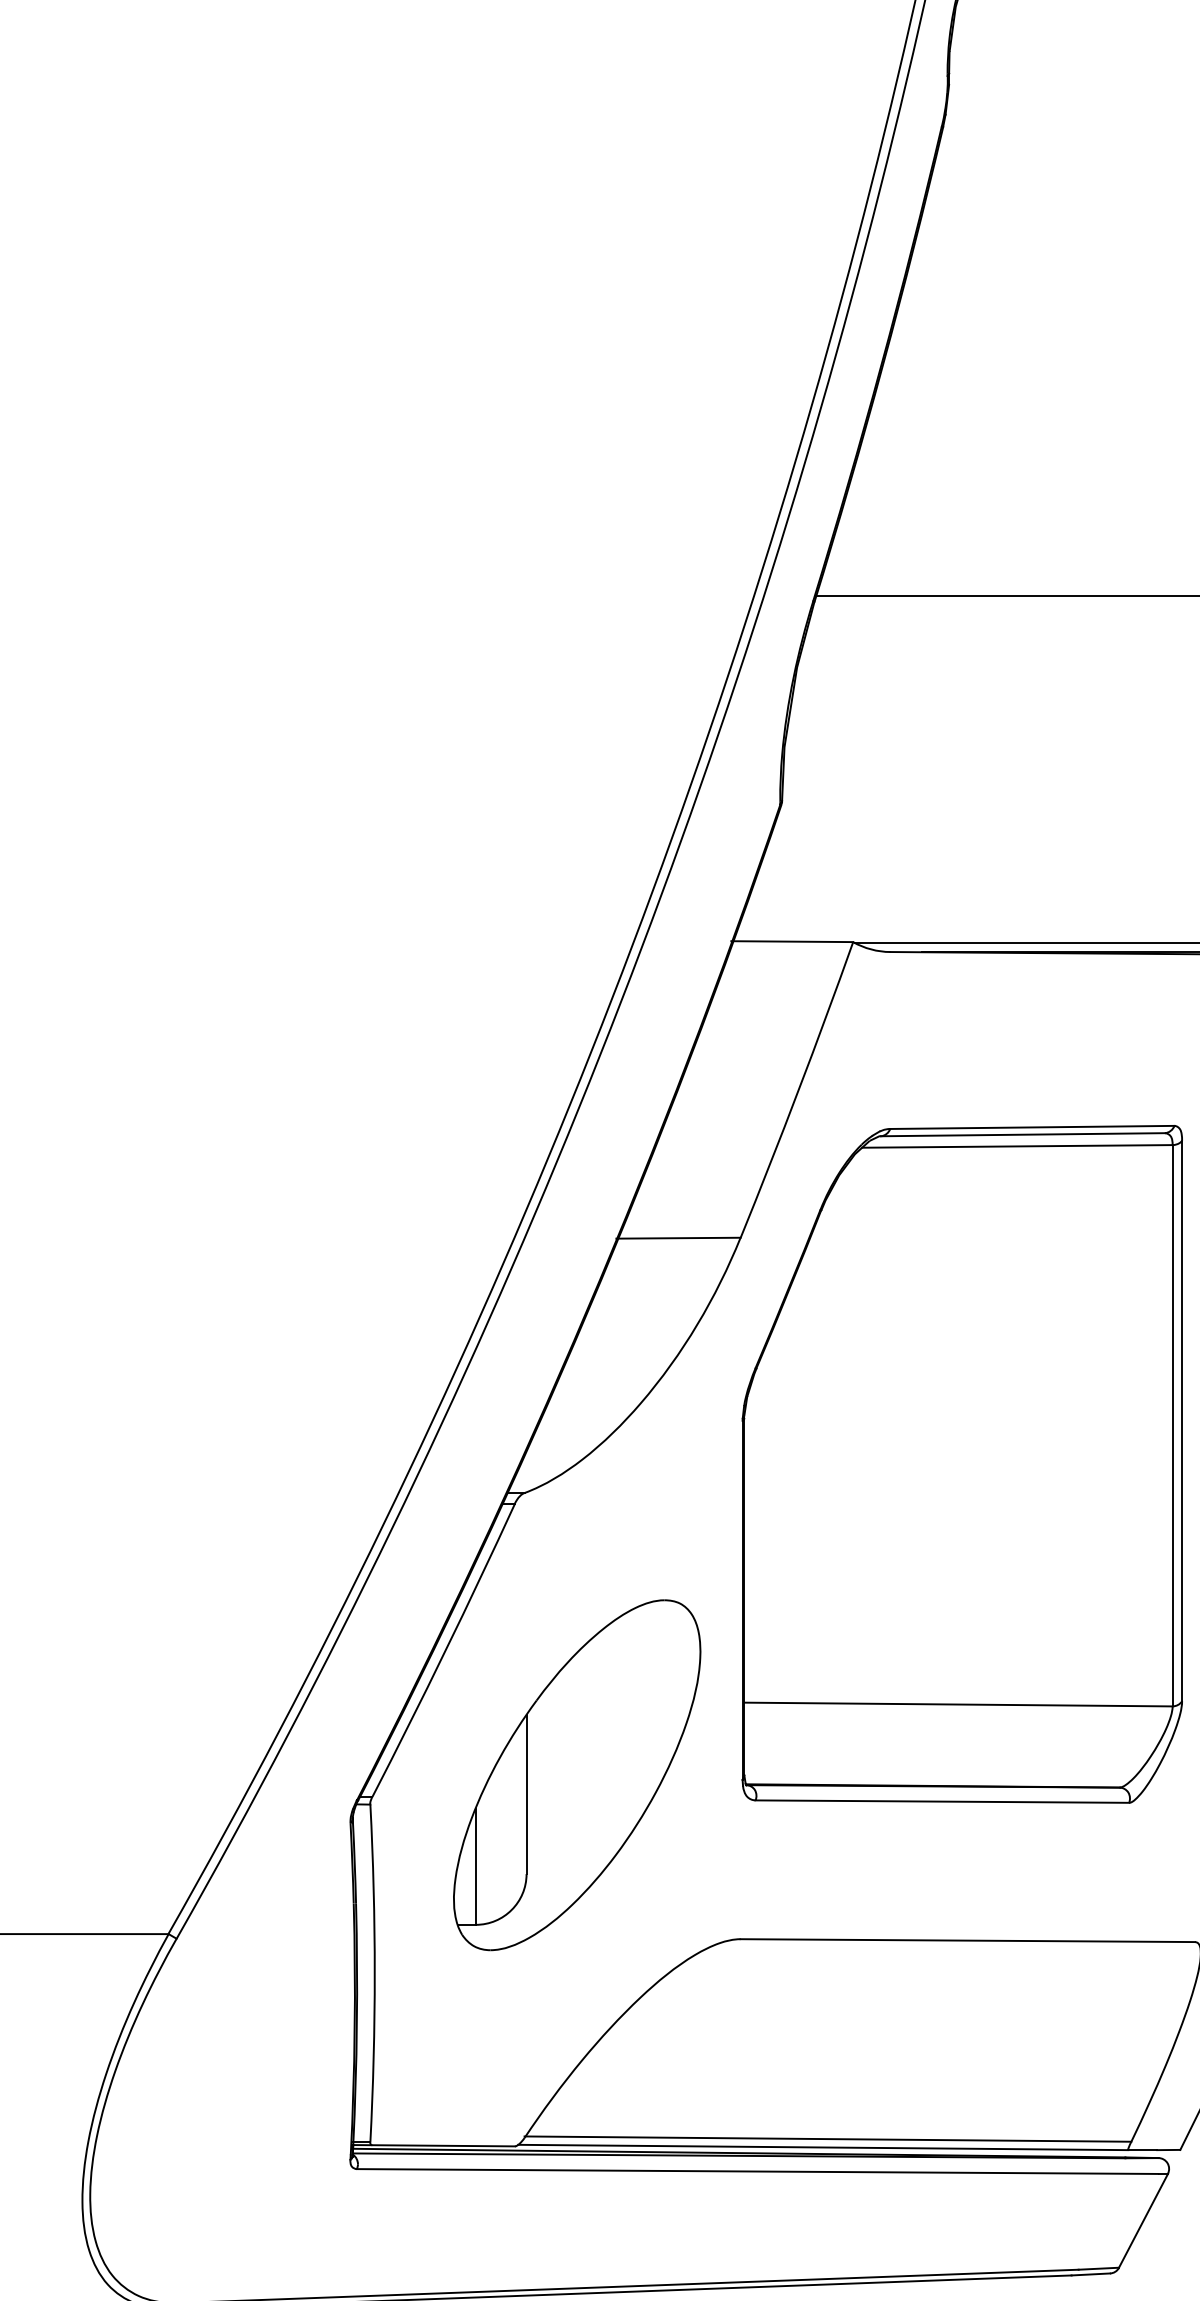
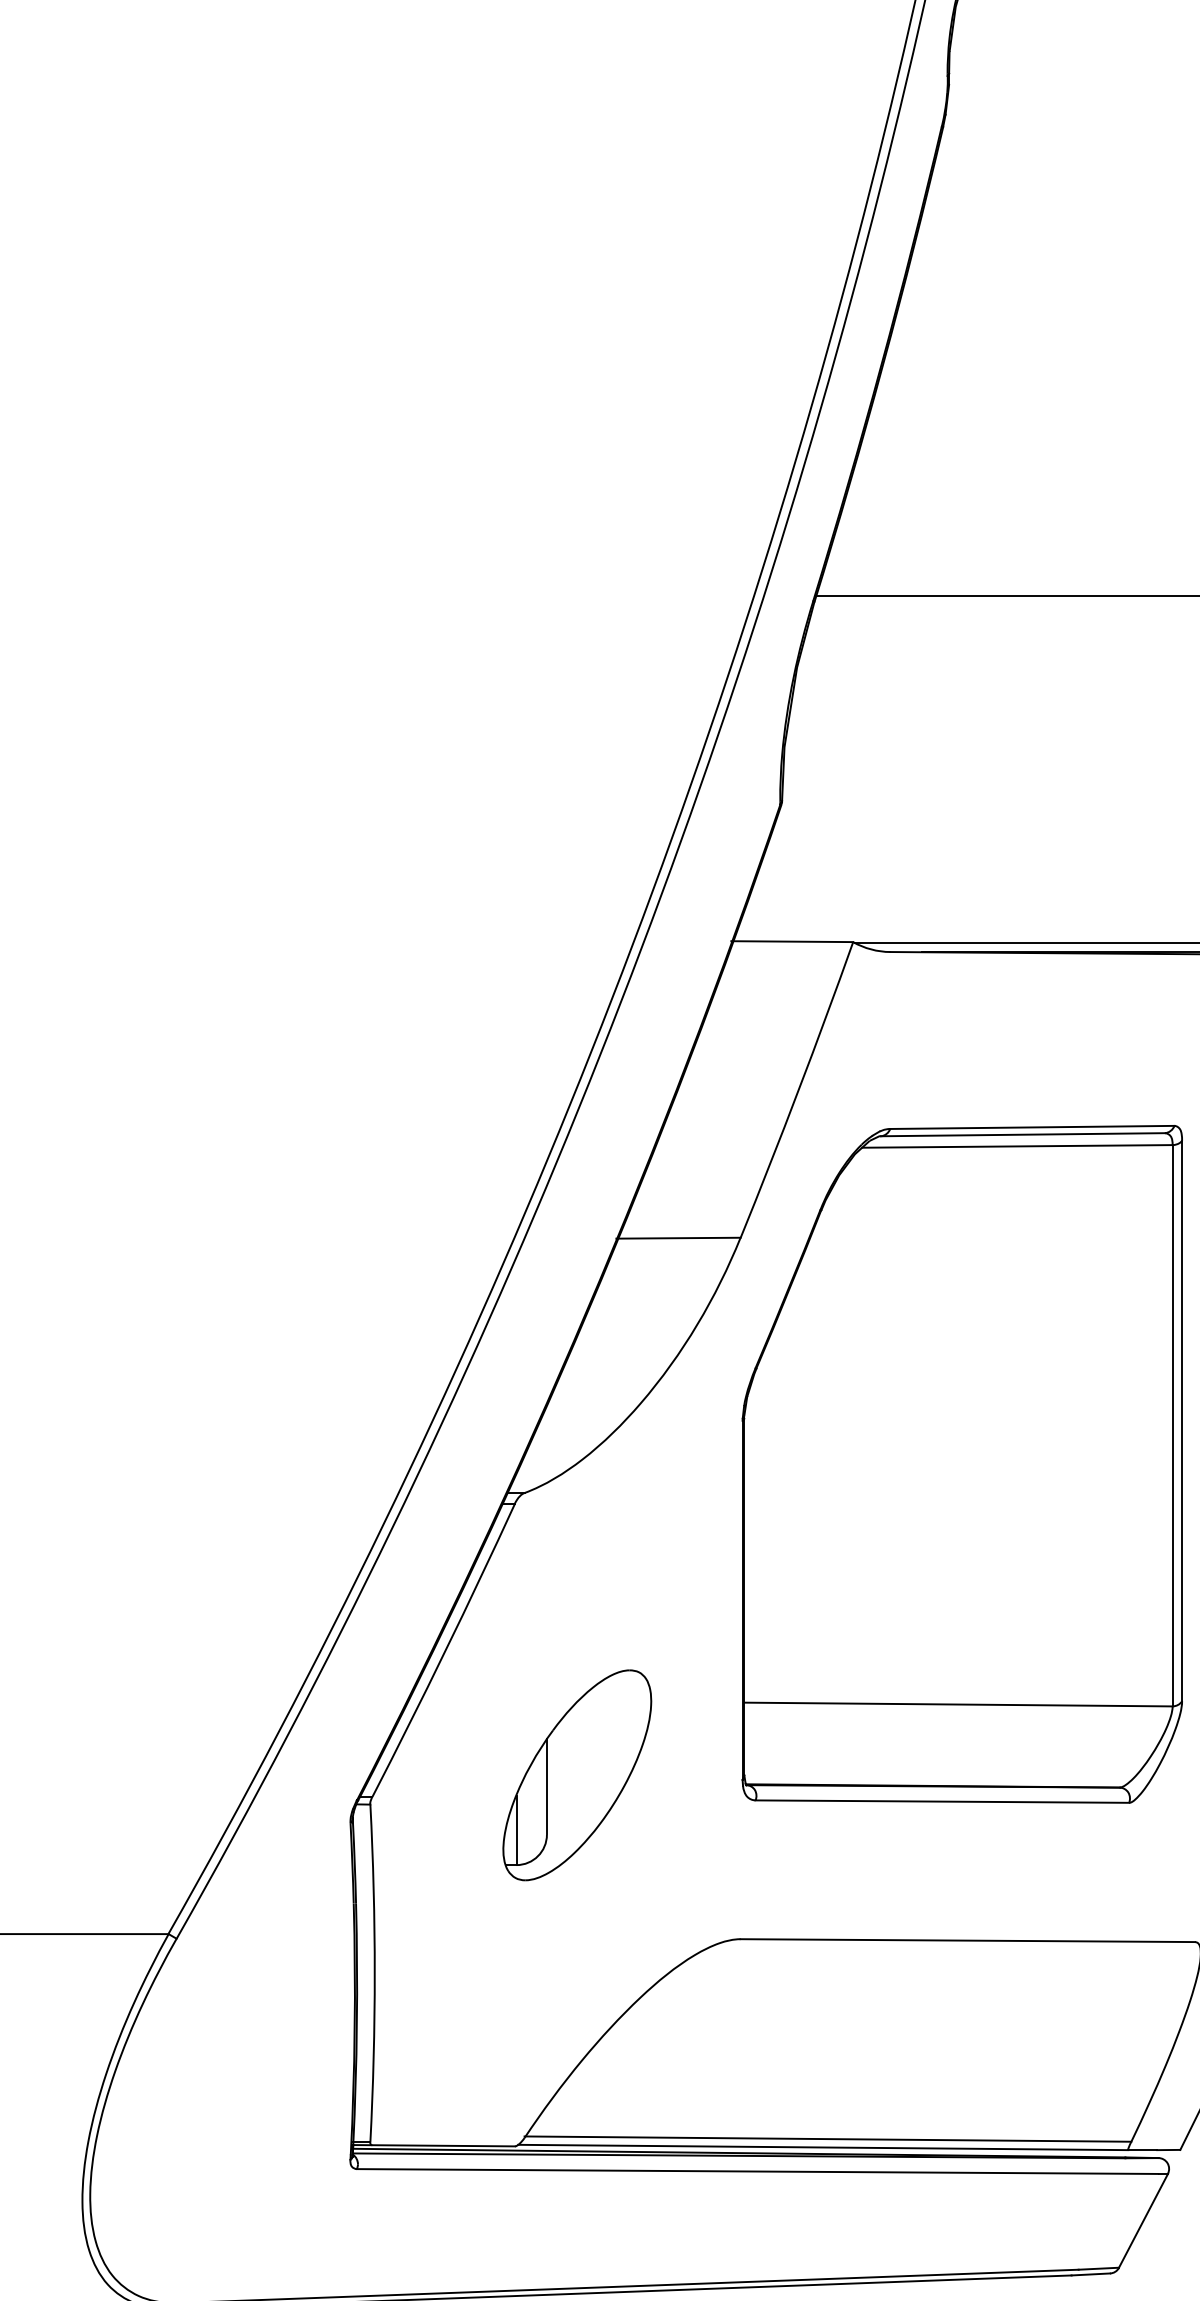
part at (577, 1775) size: 249x353 px -> 151x213 px
